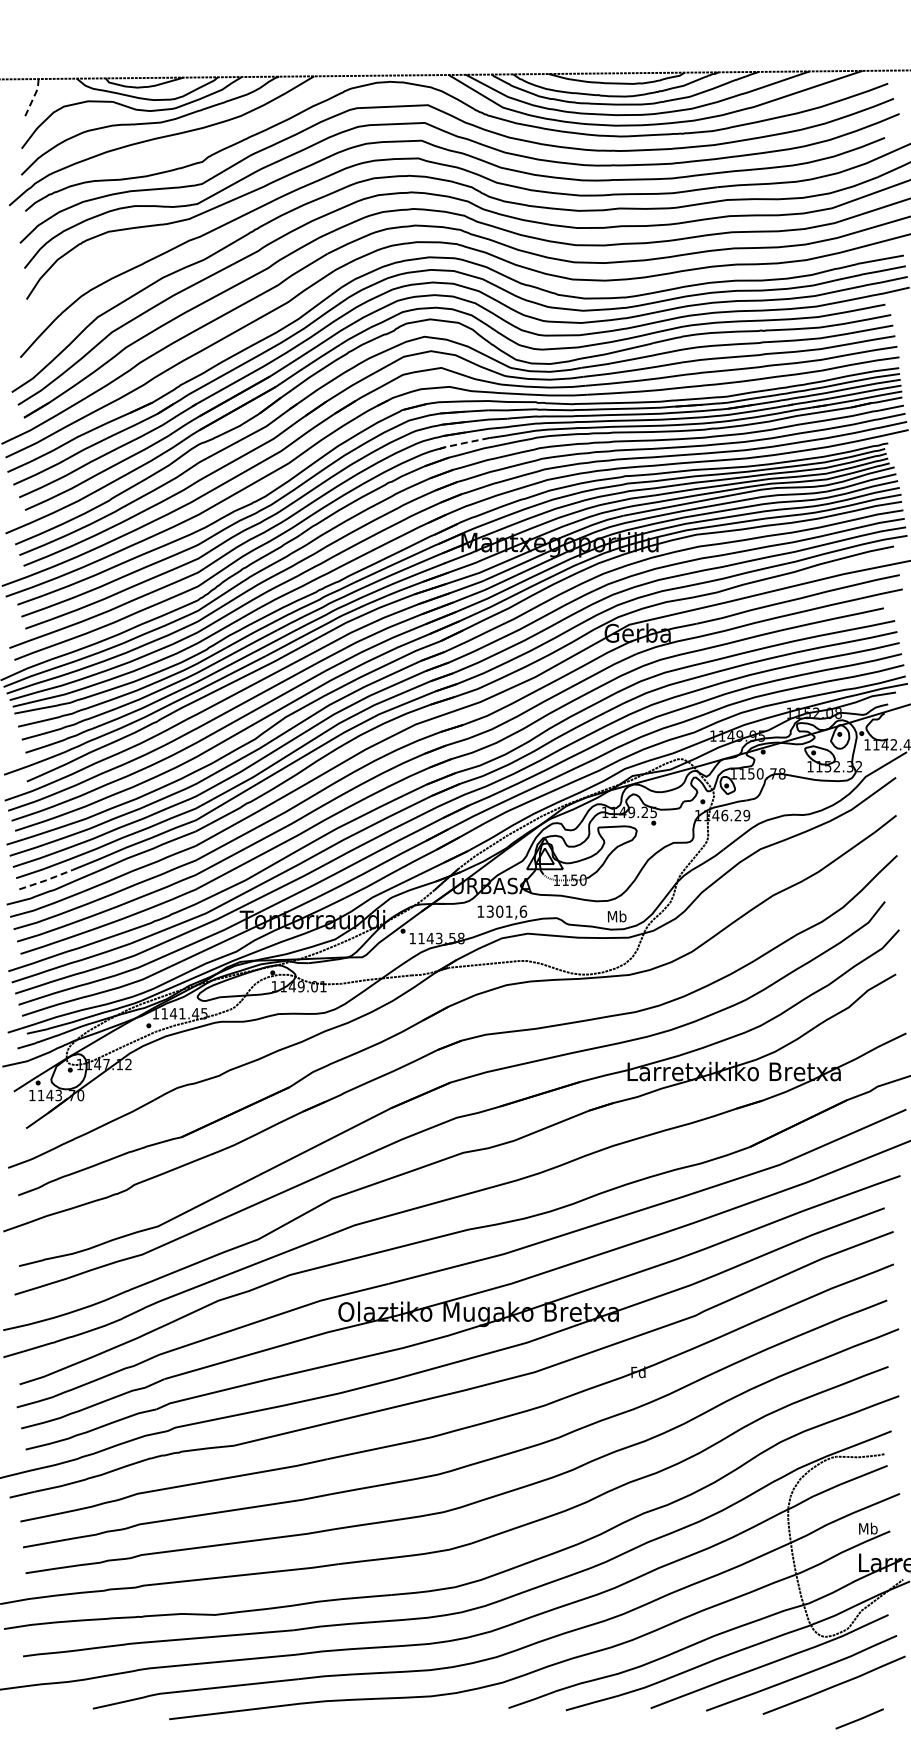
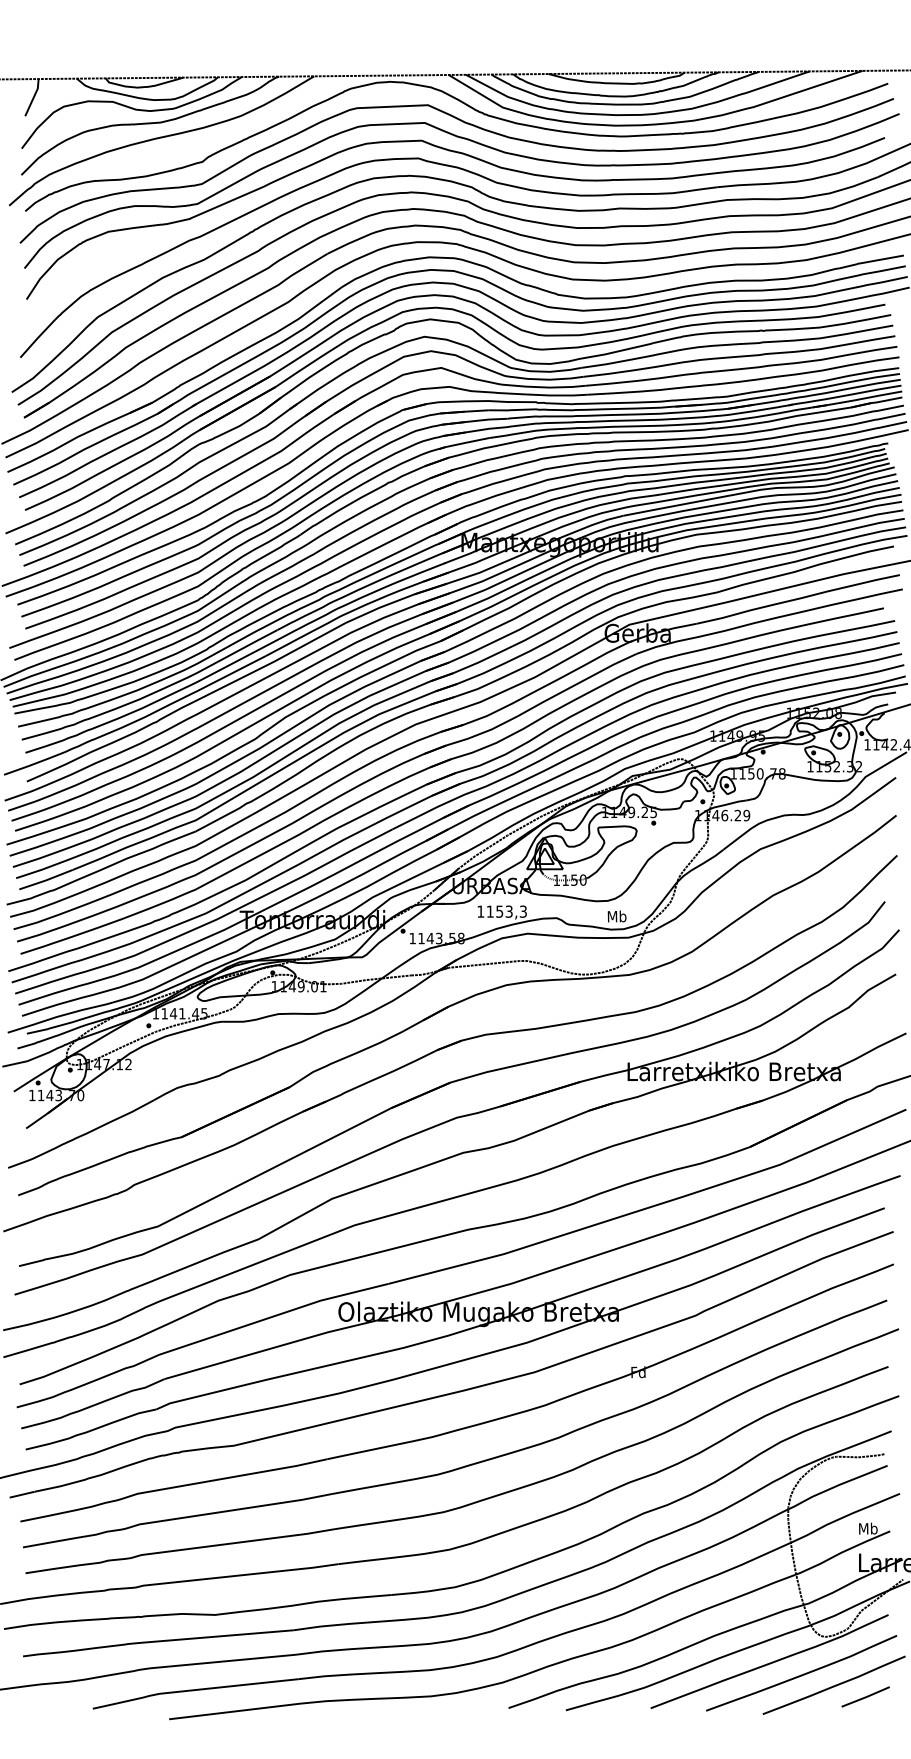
line at (33, 97): dashed -> solid
line at (463, 443): dashed -> solid
line at (45, 880): dashed -> solid
text at (506, 911): 1301,6 -> 1153,3
line at (859, 1718) position: (859, 1718) -> (865, 1696)
